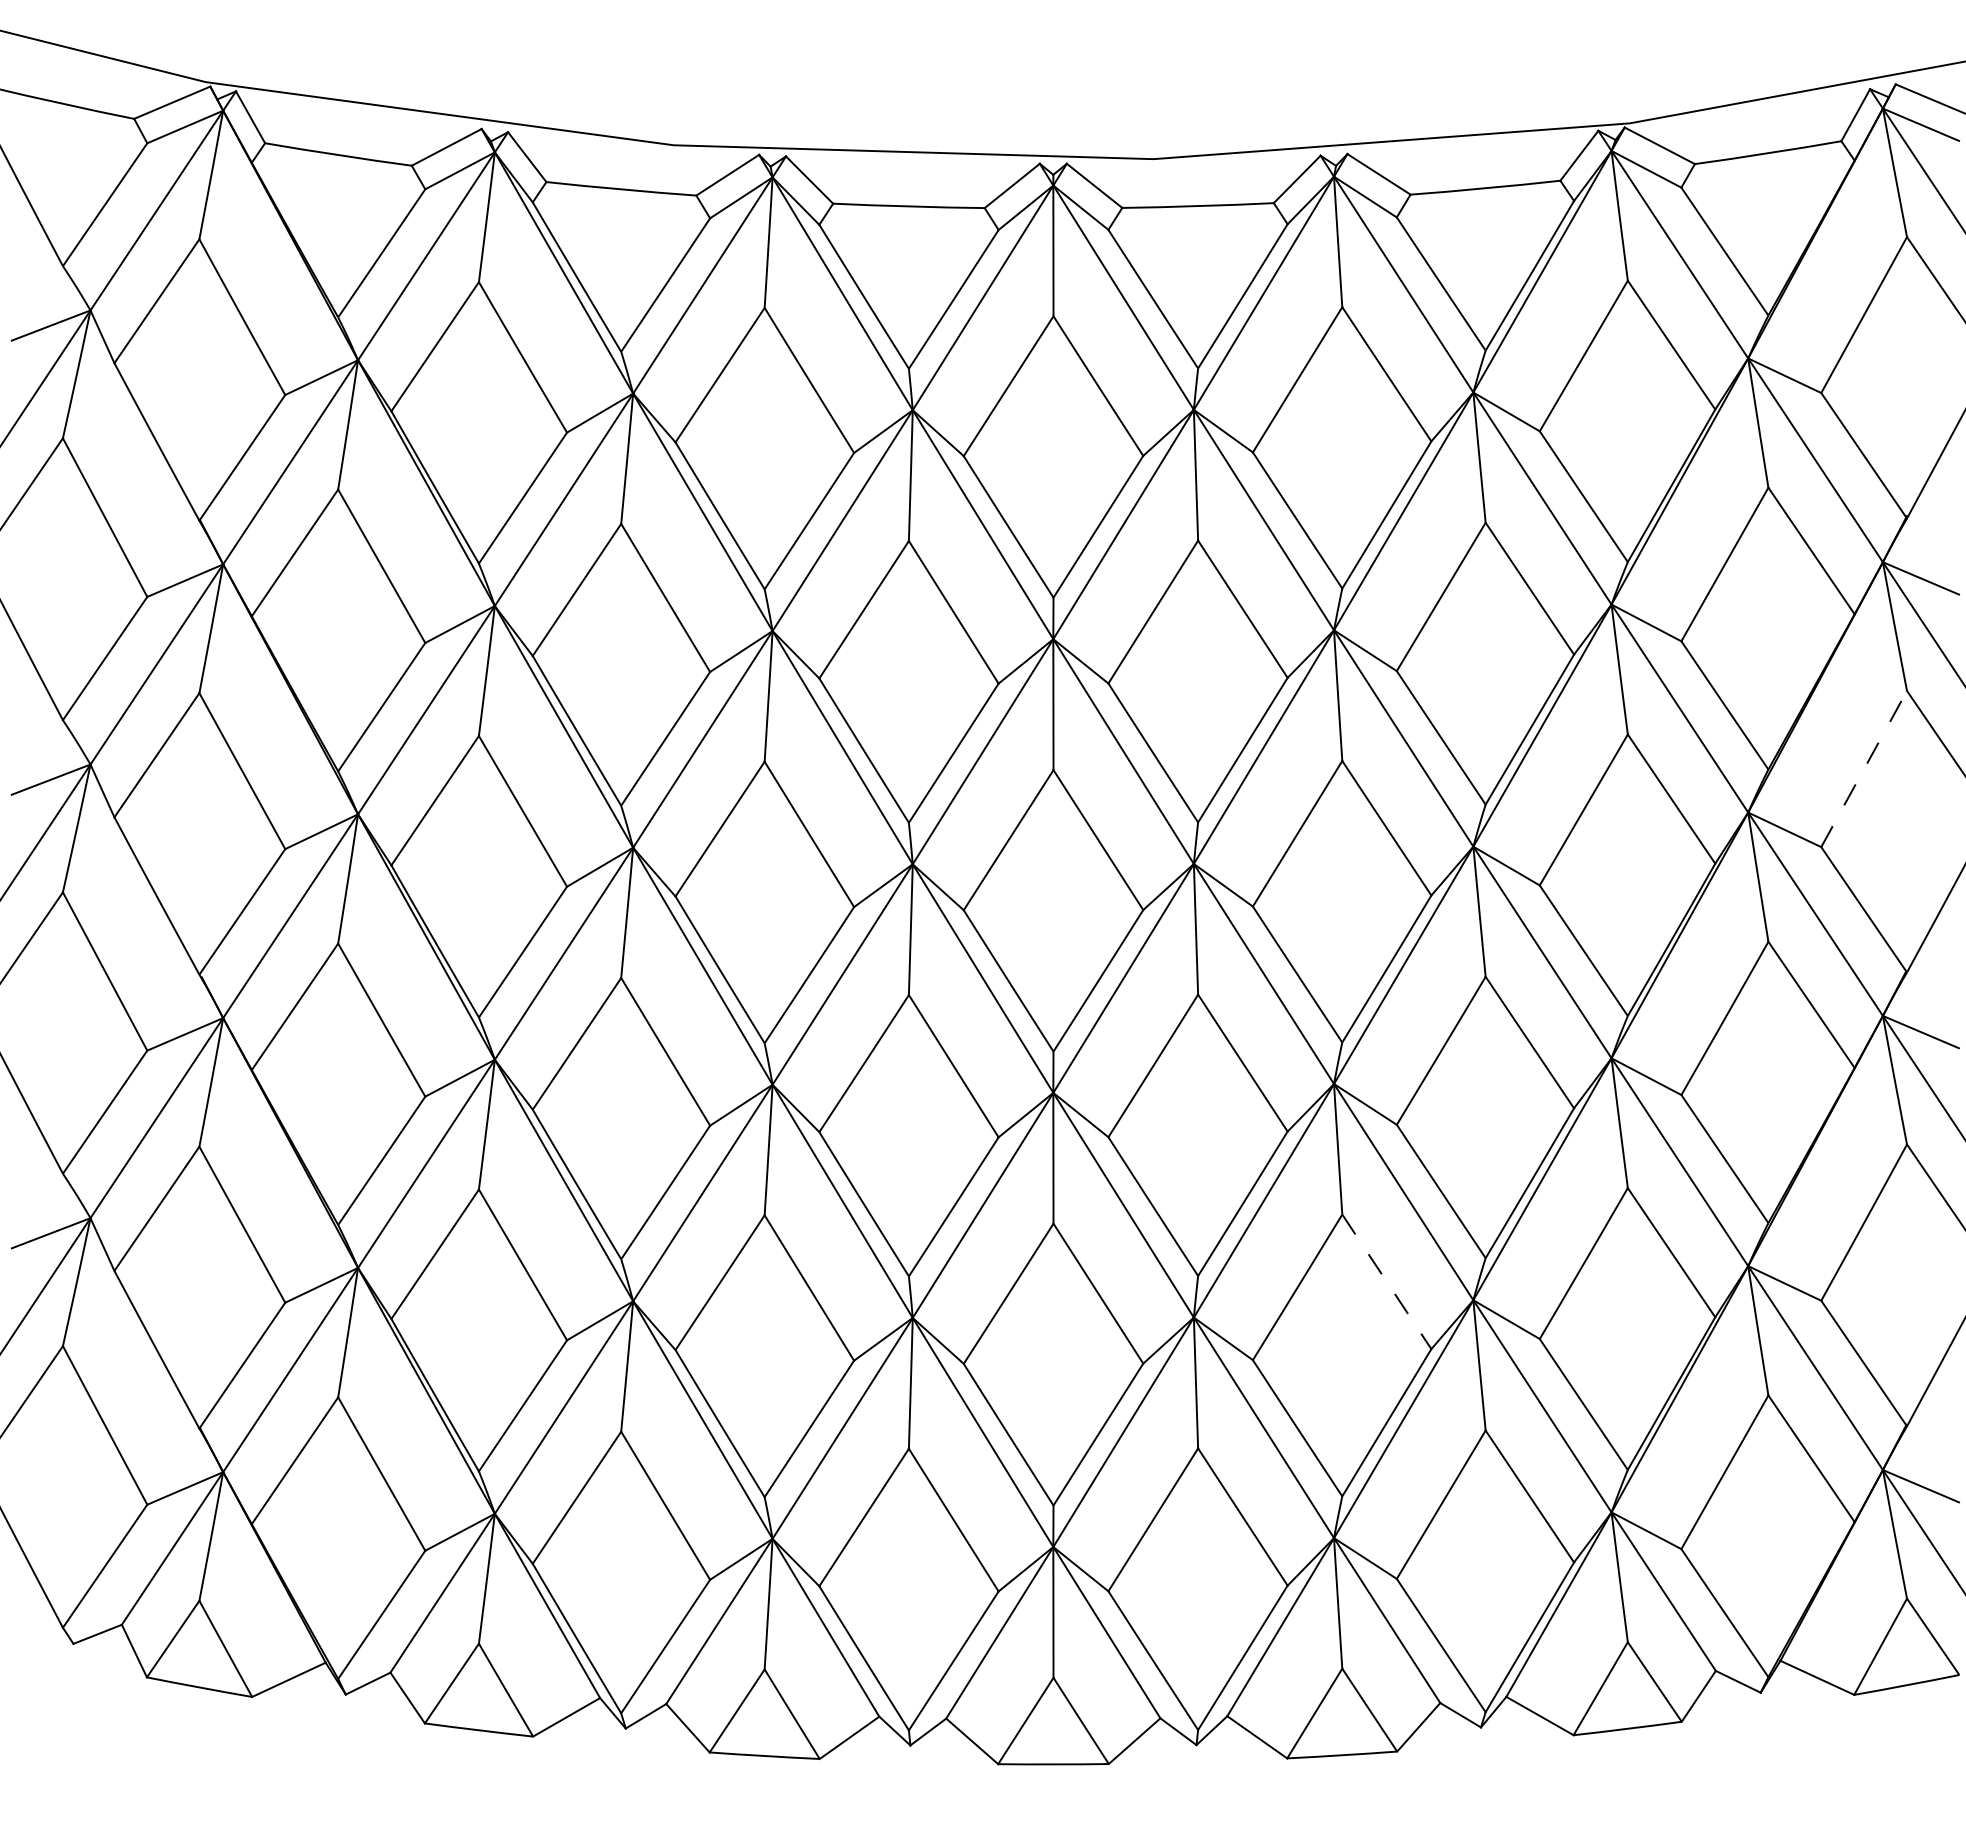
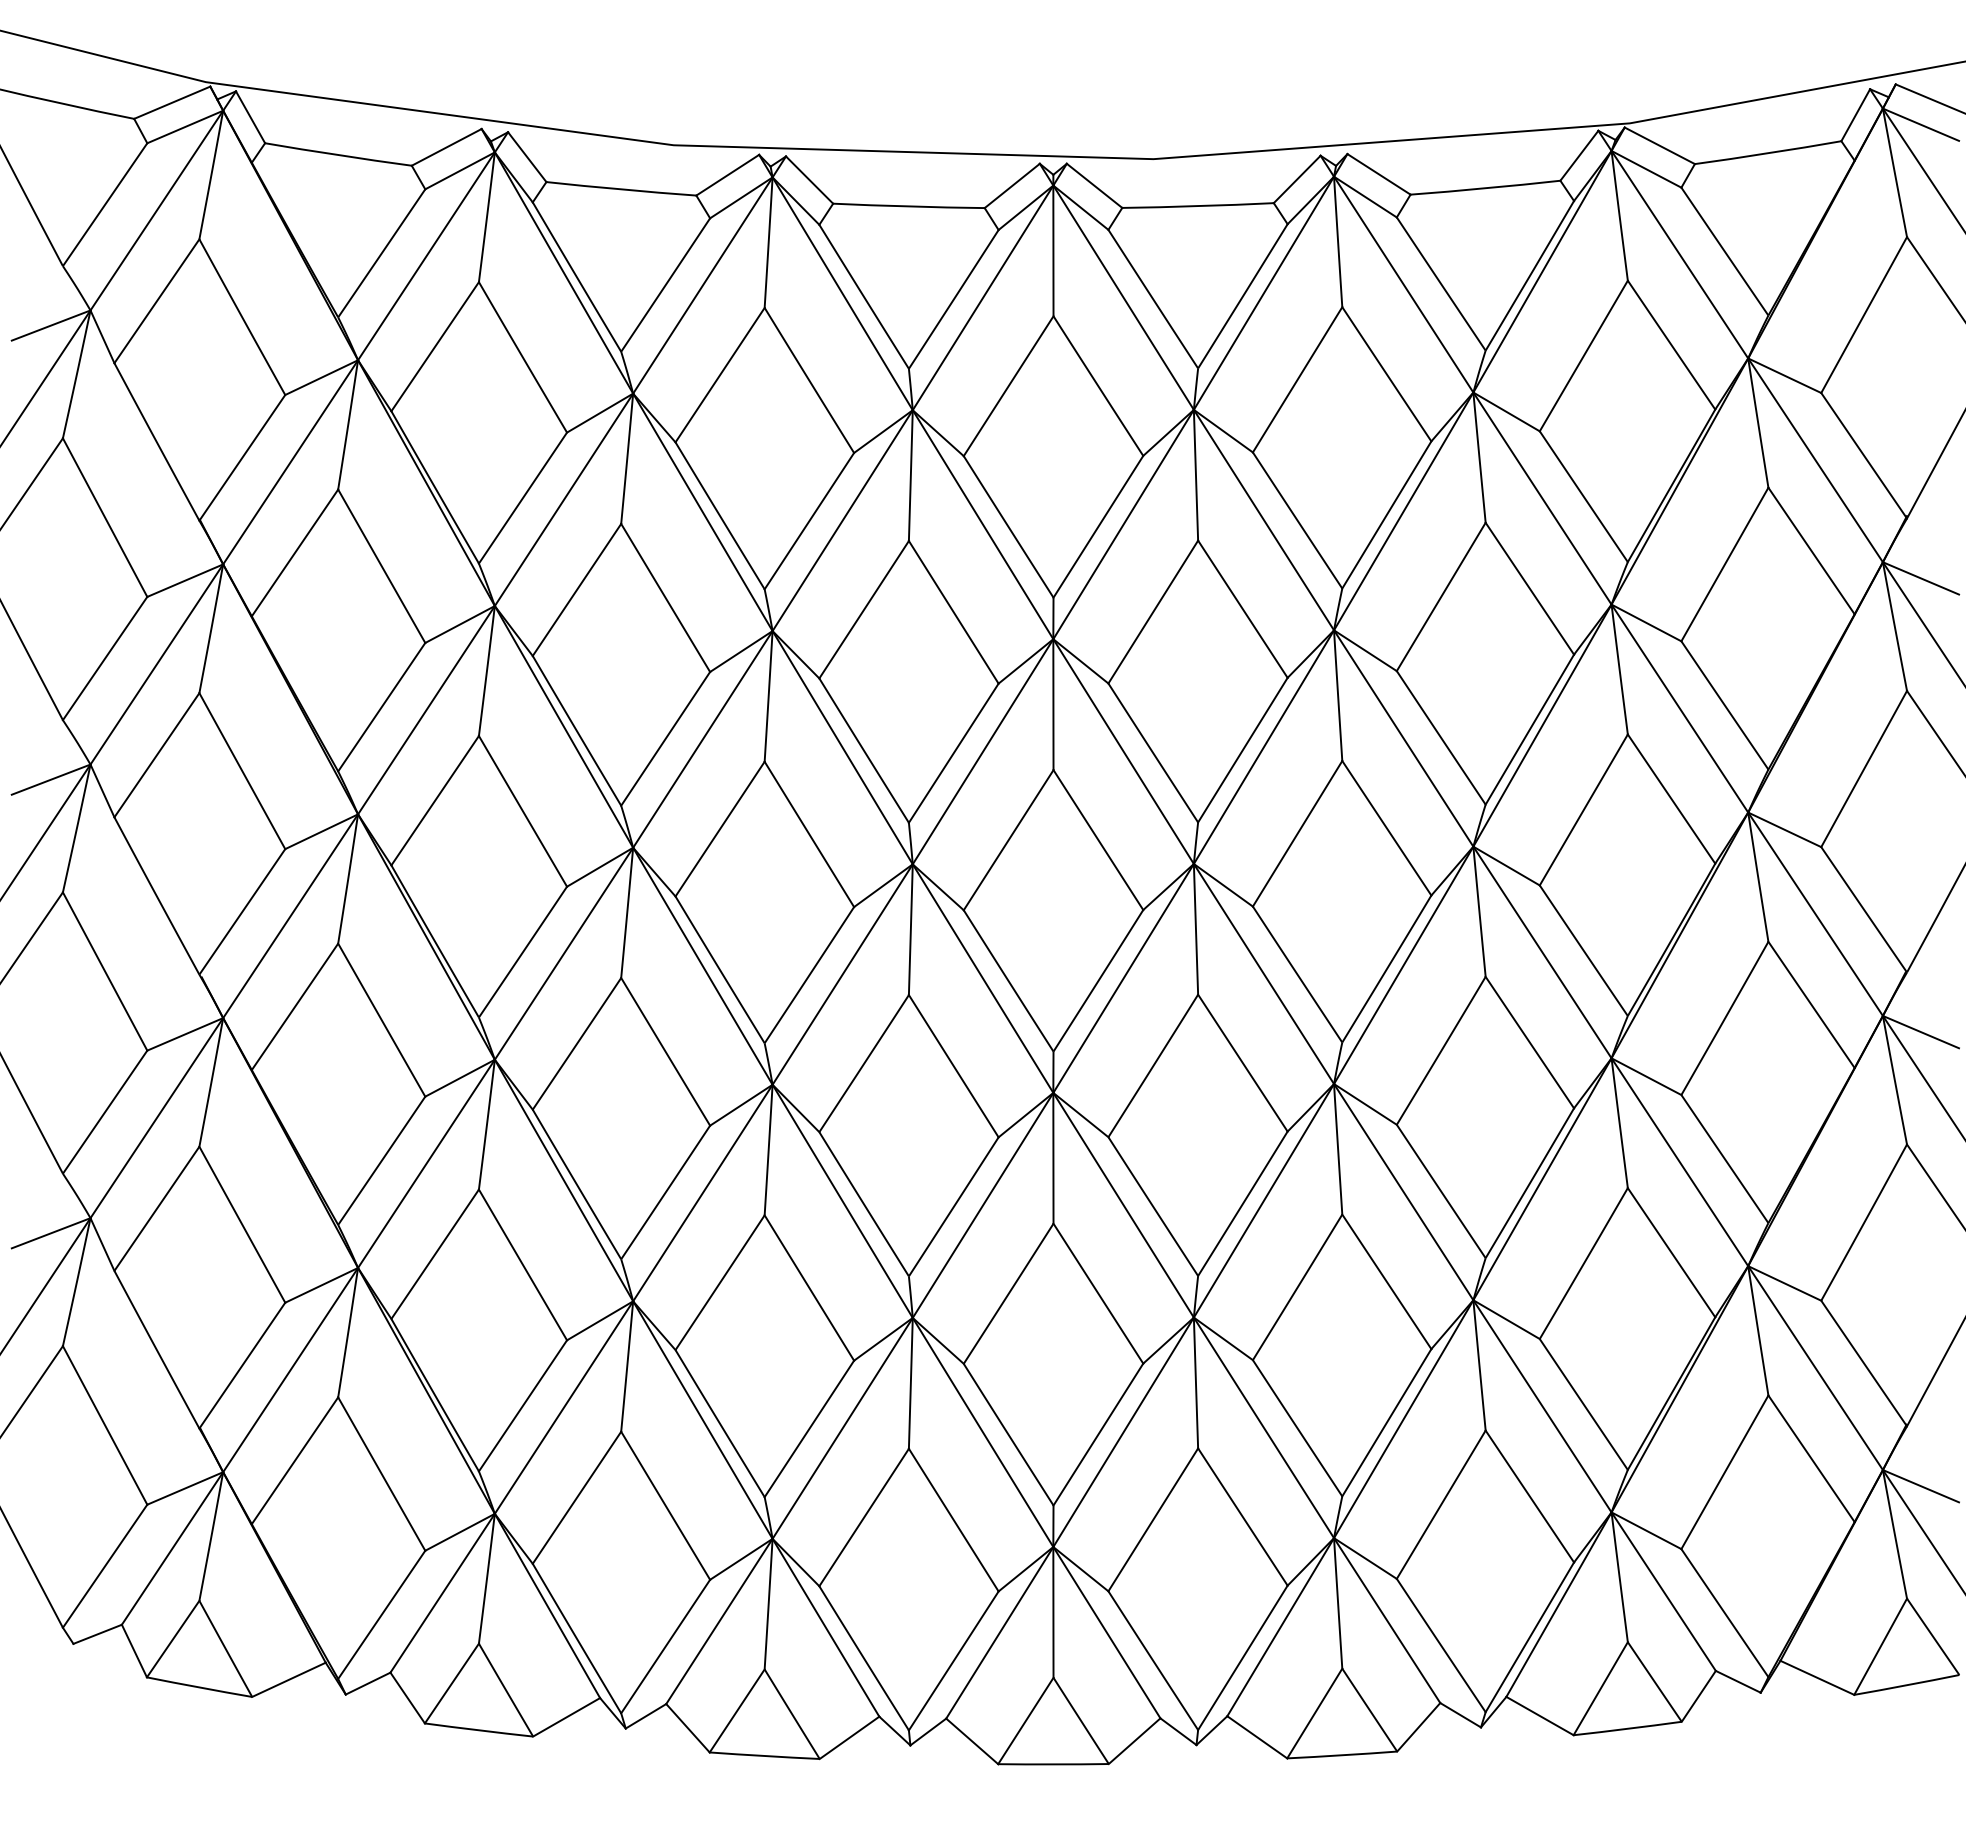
line at (1864, 768): dashed -> solid
line at (1386, 1281): dashed -> solid
